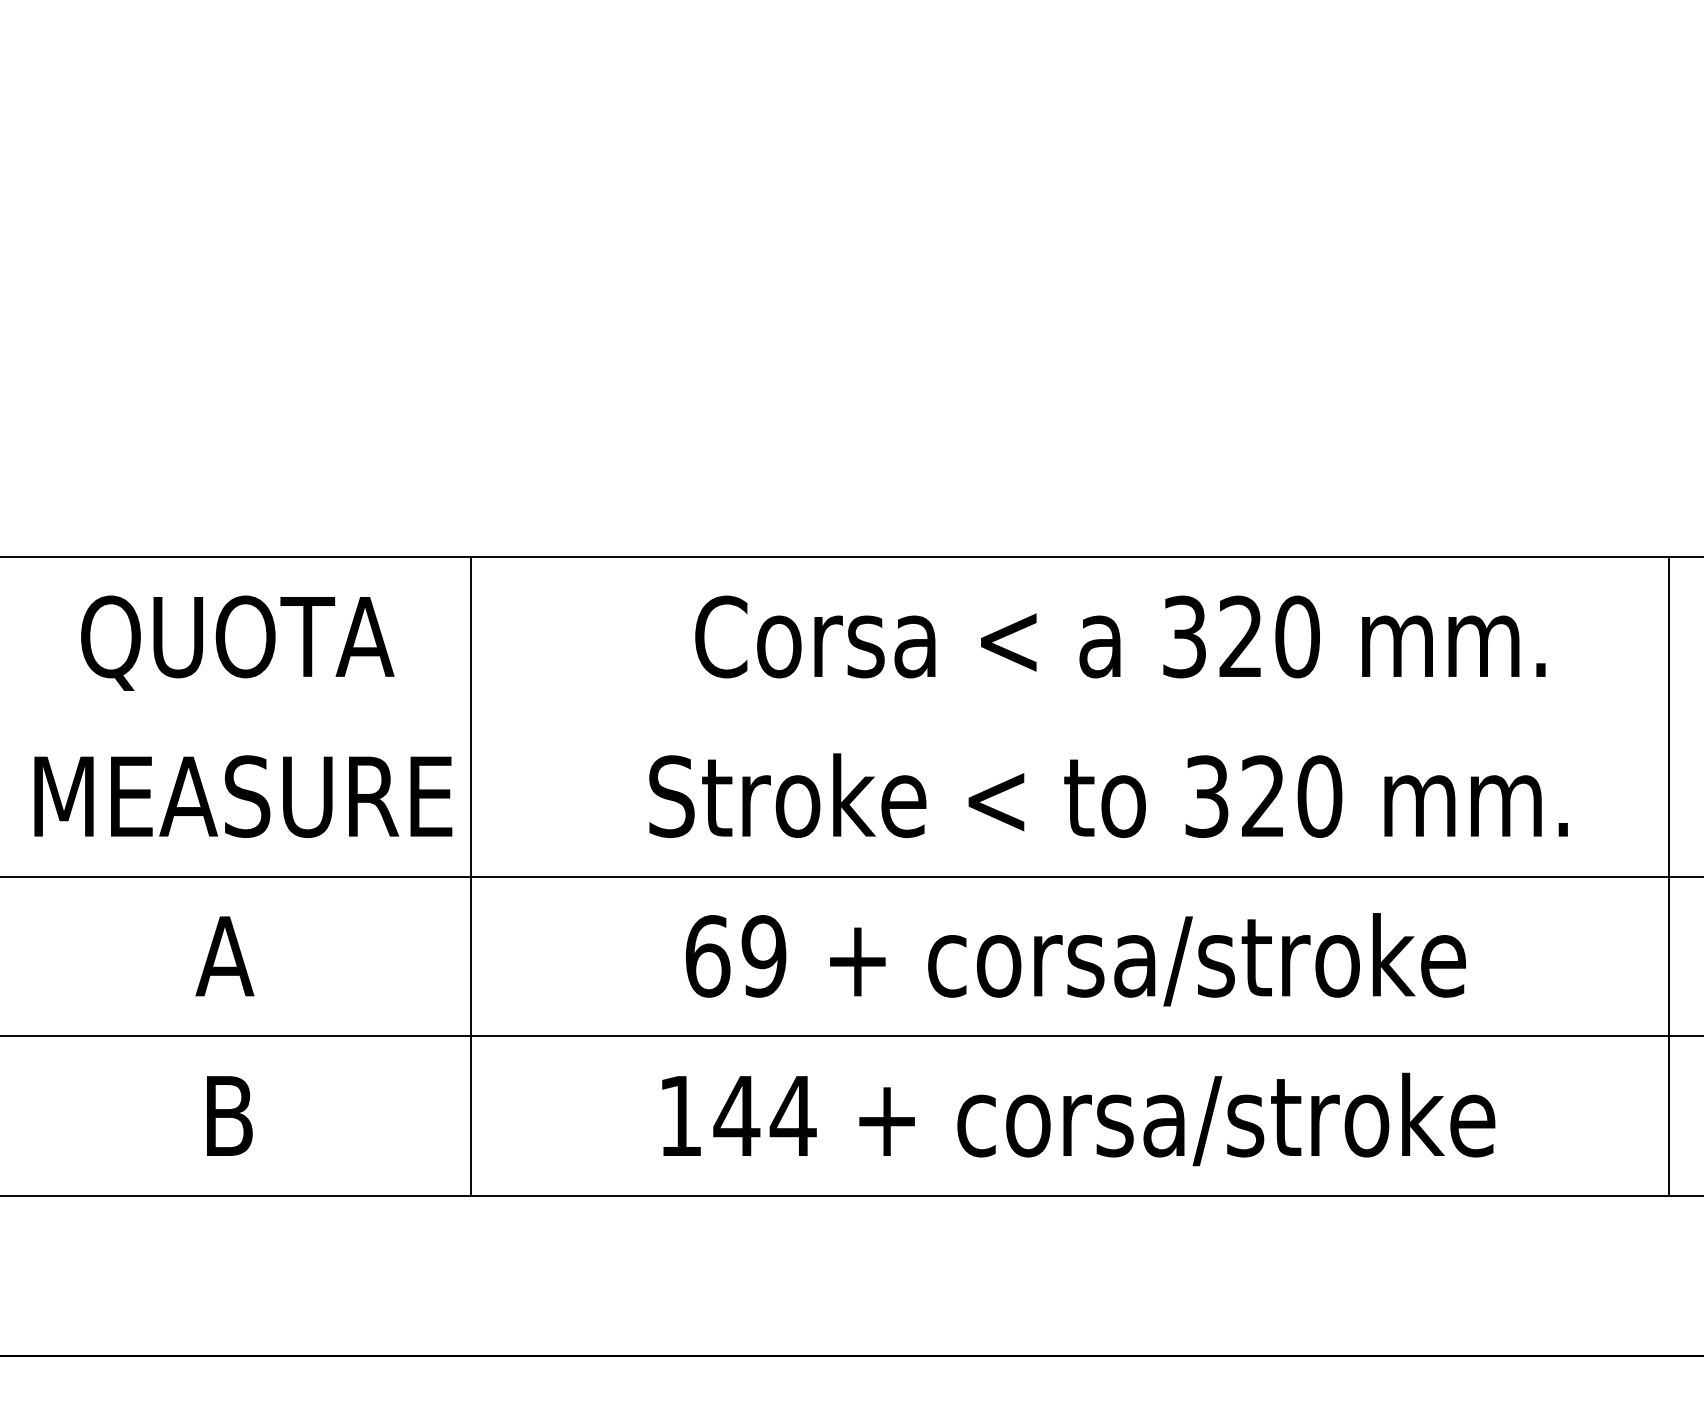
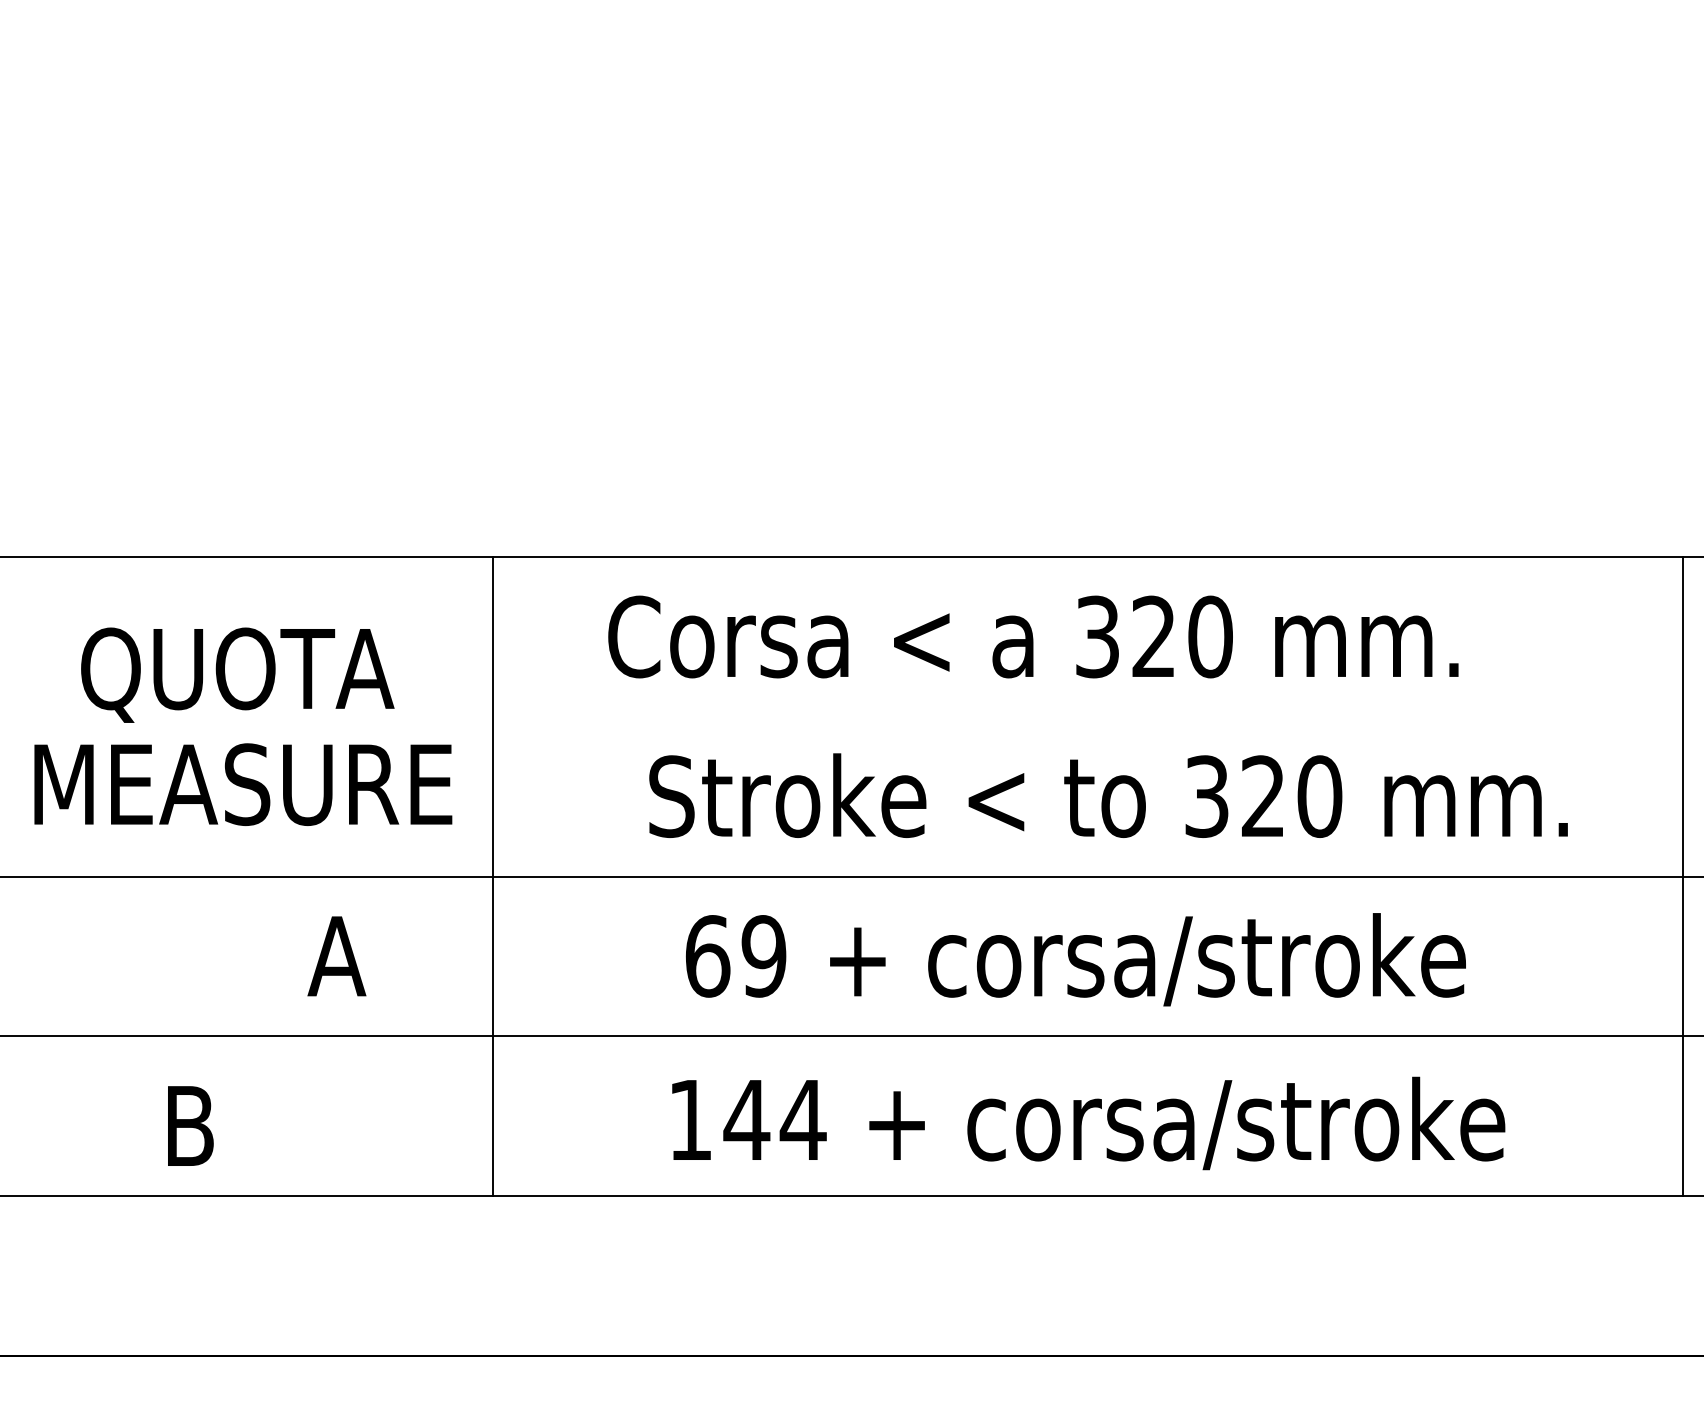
text at (1120, 636) position: (1120, 636) -> (1033, 636)
text at (237, 642) position: (237, 642) -> (237, 674)
text at (243, 796) position: (243, 796) -> (243, 784)
line at (470, 876) position: (470, 876) -> (492, 876)
line at (1668, 876) position: (1668, 876) -> (1682, 876)
text at (224, 956) position: (224, 956) -> (336, 956)
text at (229, 1115) position: (229, 1115) -> (190, 1125)
text at (1078, 1119) position: (1078, 1119) -> (1088, 1123)
